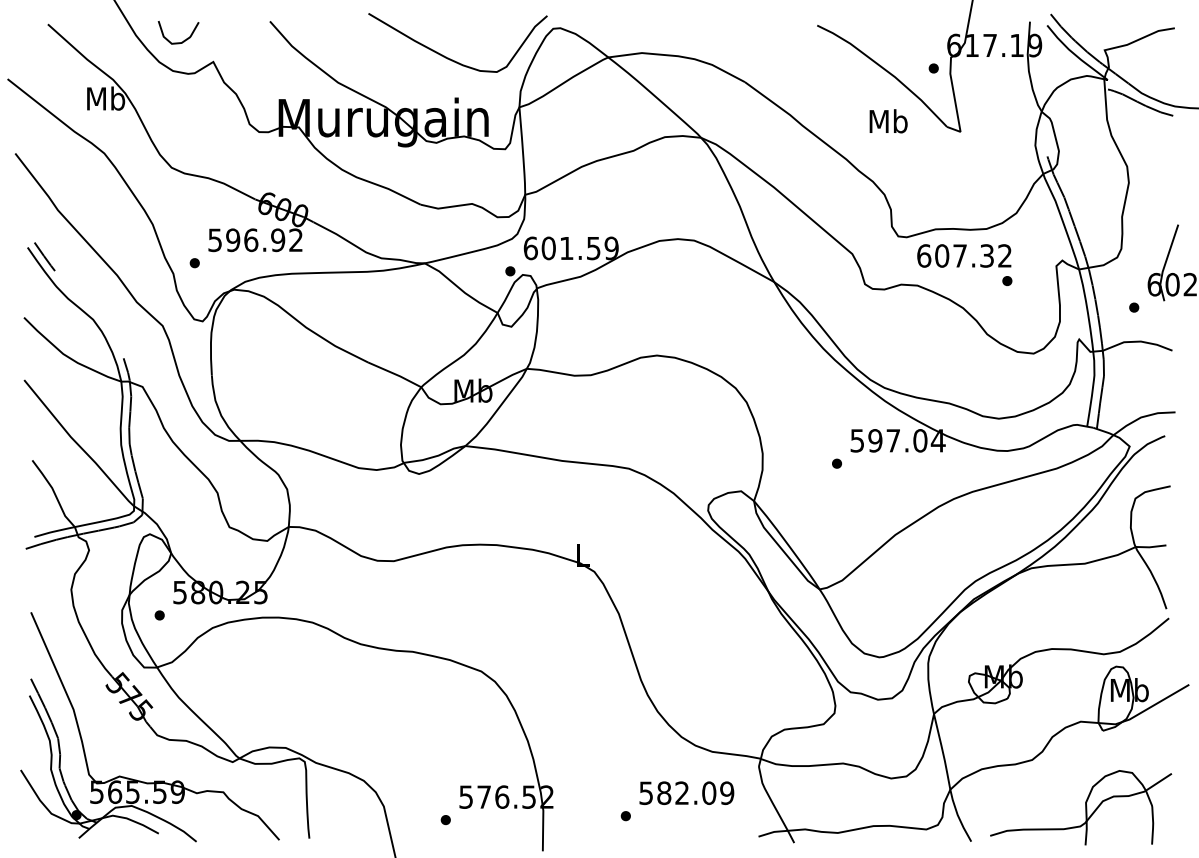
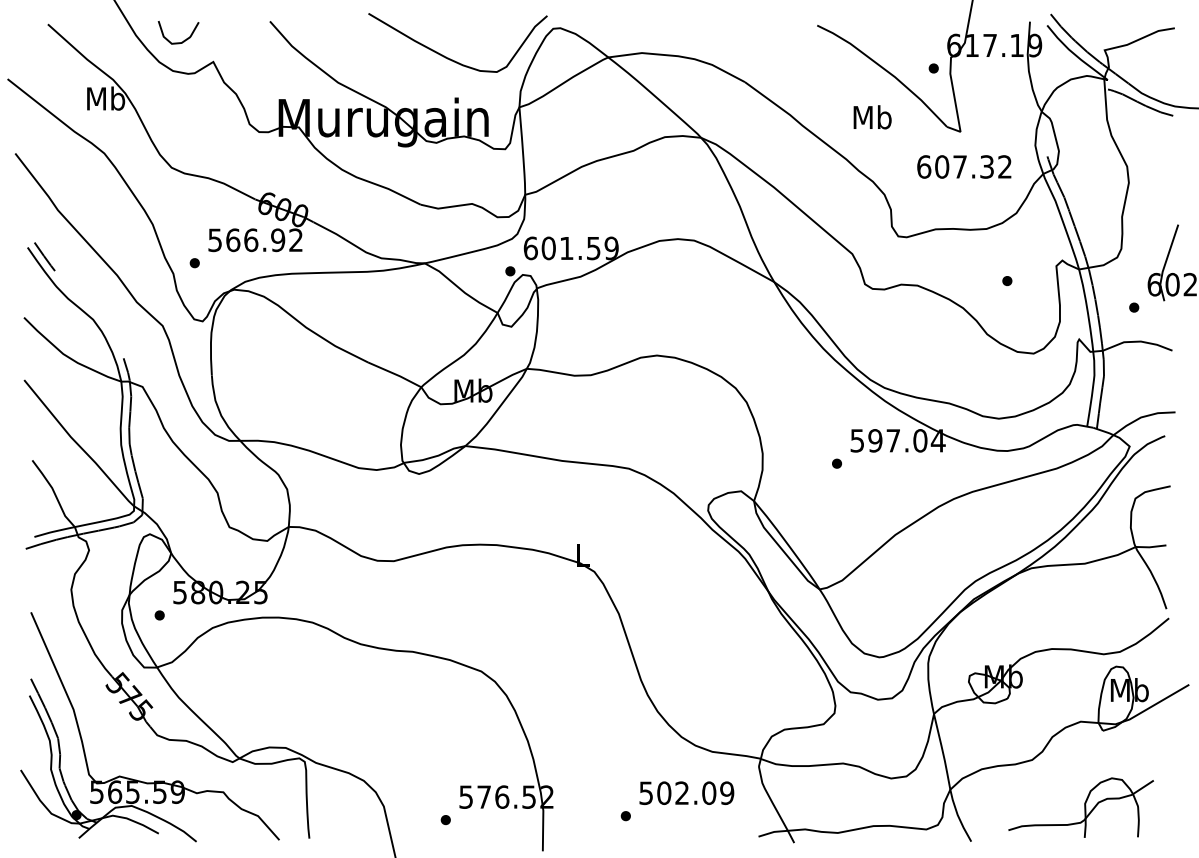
text at (888, 121) position: (888, 121) -> (872, 117)
text at (233, 240): 596.92 -> 566.92
text at (964, 255) position: (964, 255) -> (964, 166)
text at (664, 792): 582.09 -> 502.09
part at (1081, 807) size: 183x76 px -> 146x61 px
